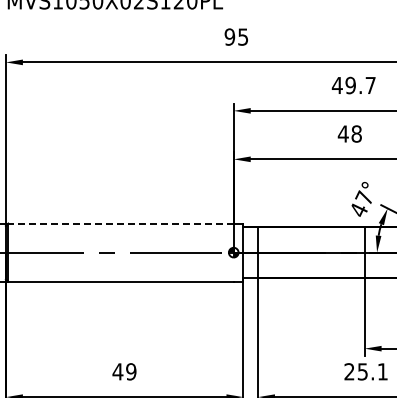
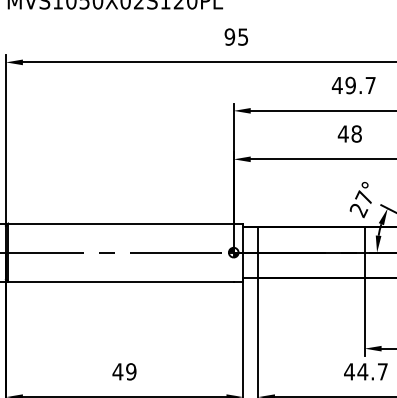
text at (358, 210): 47° -> 27°
line at (121, 223): dashed -> solid
text at (365, 371): 25.1 -> 44.7
